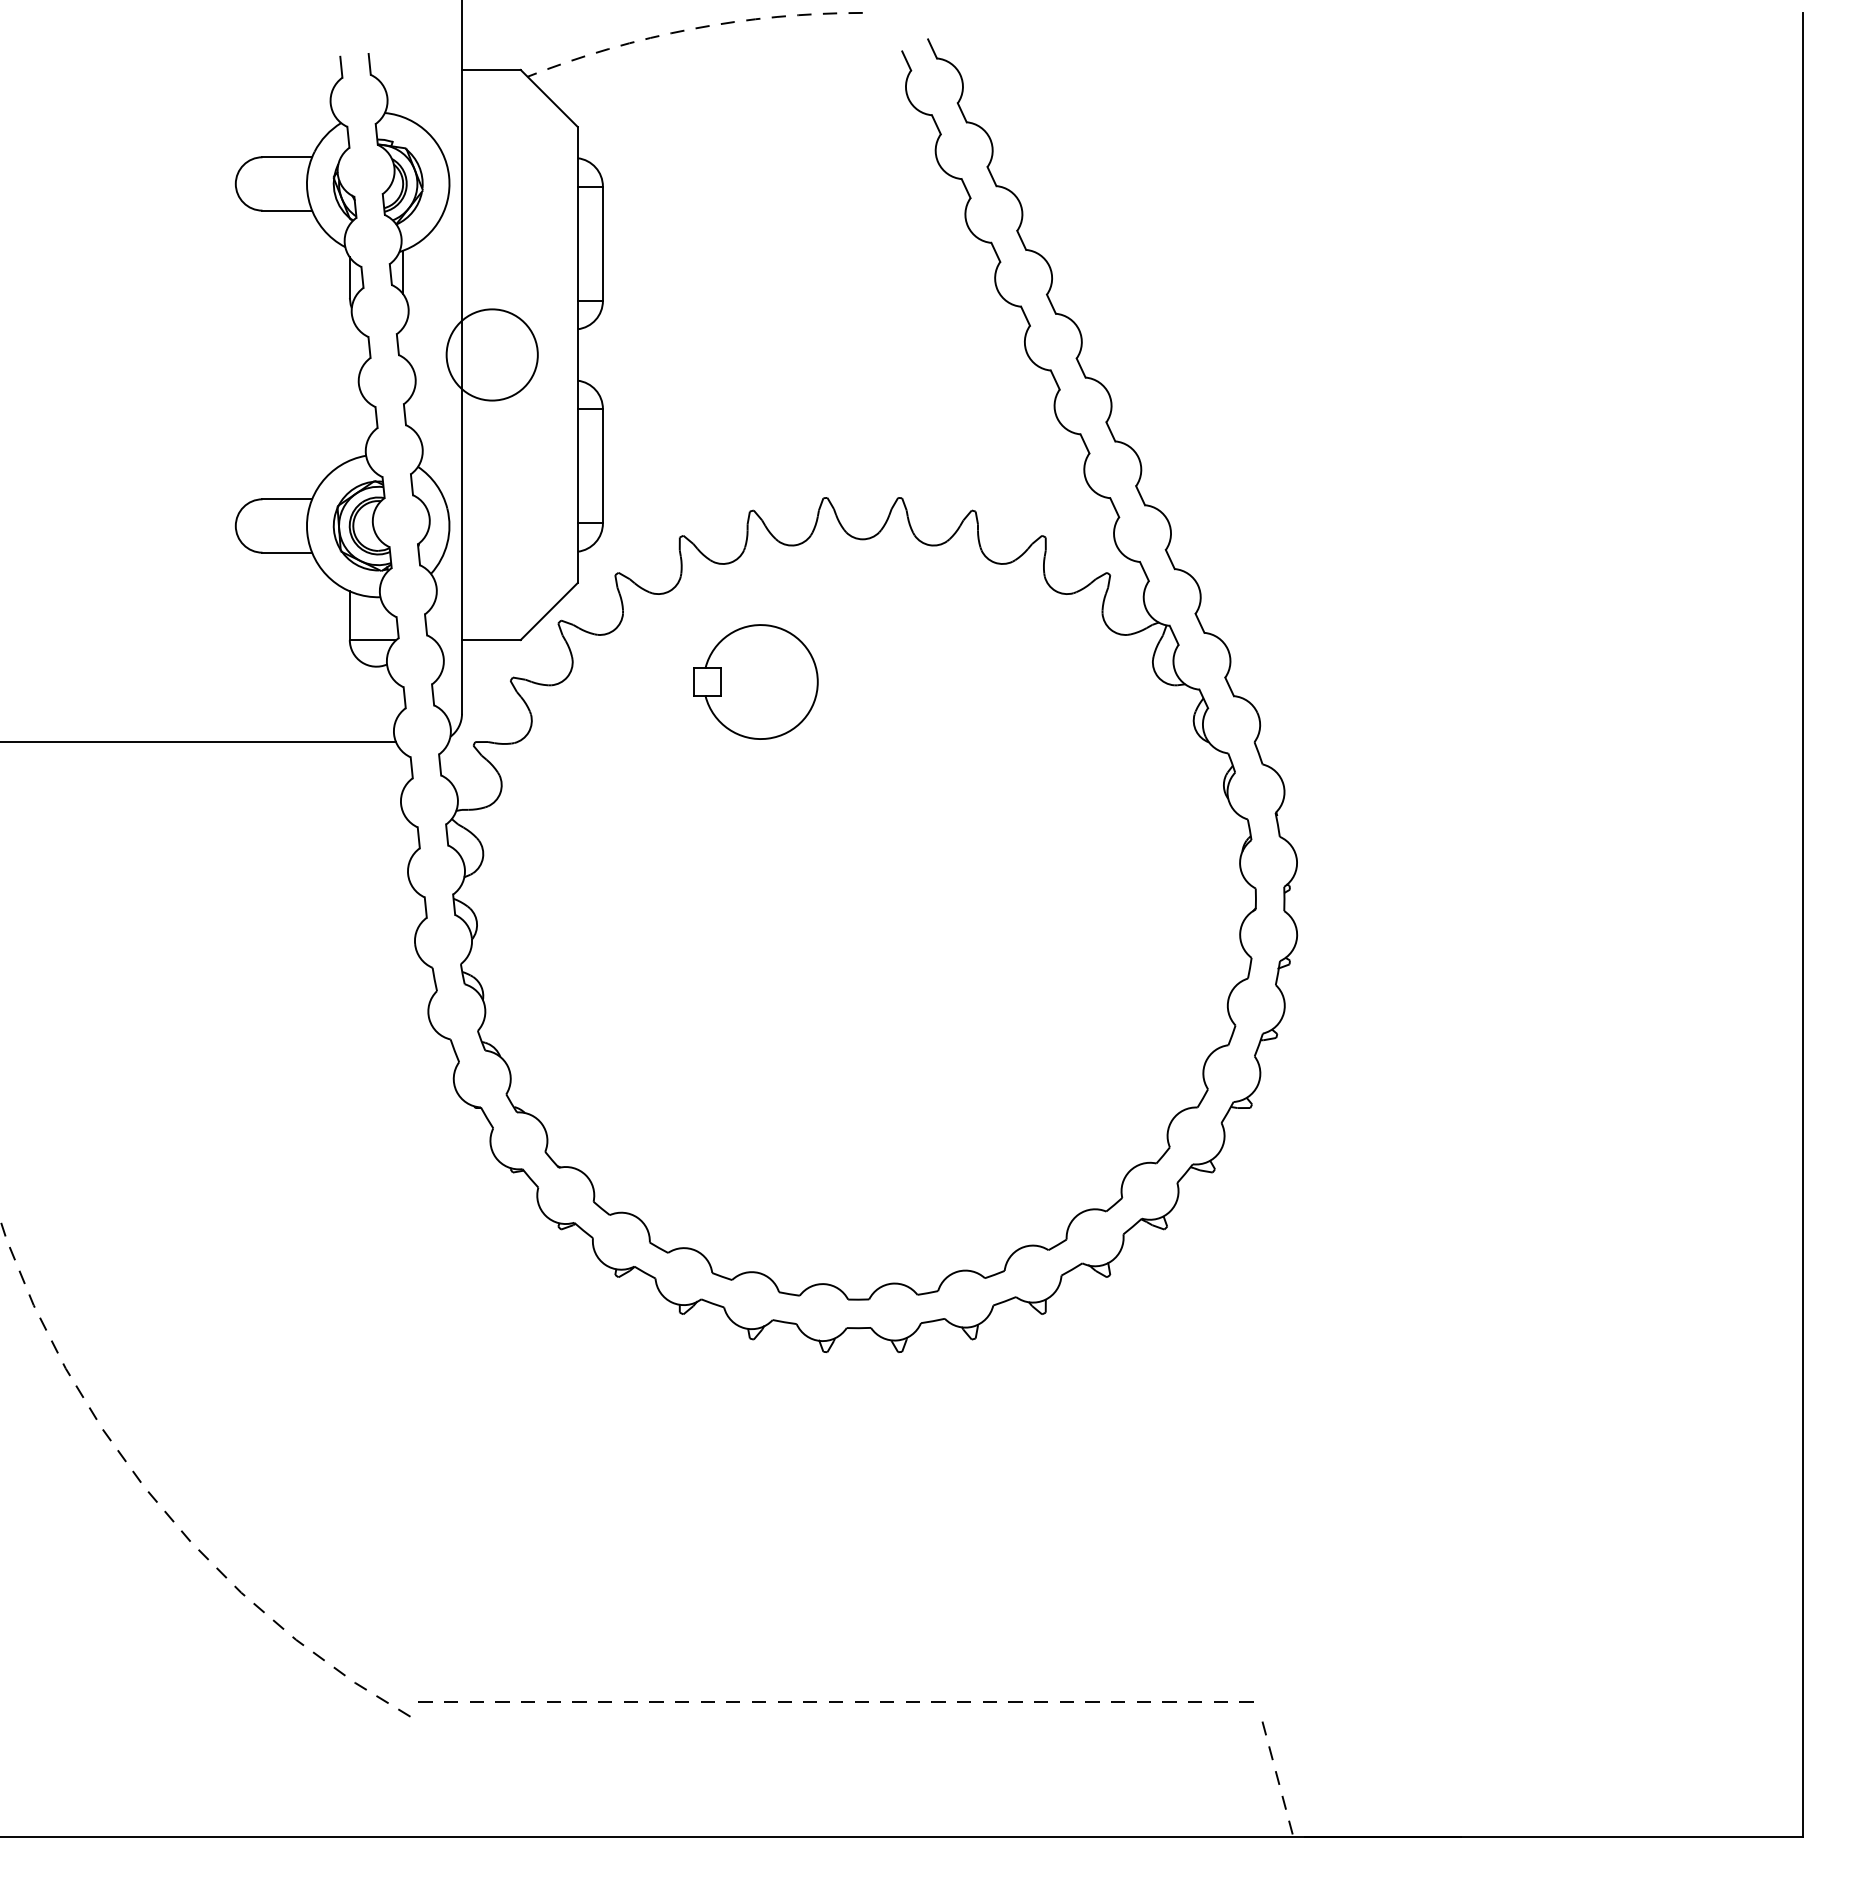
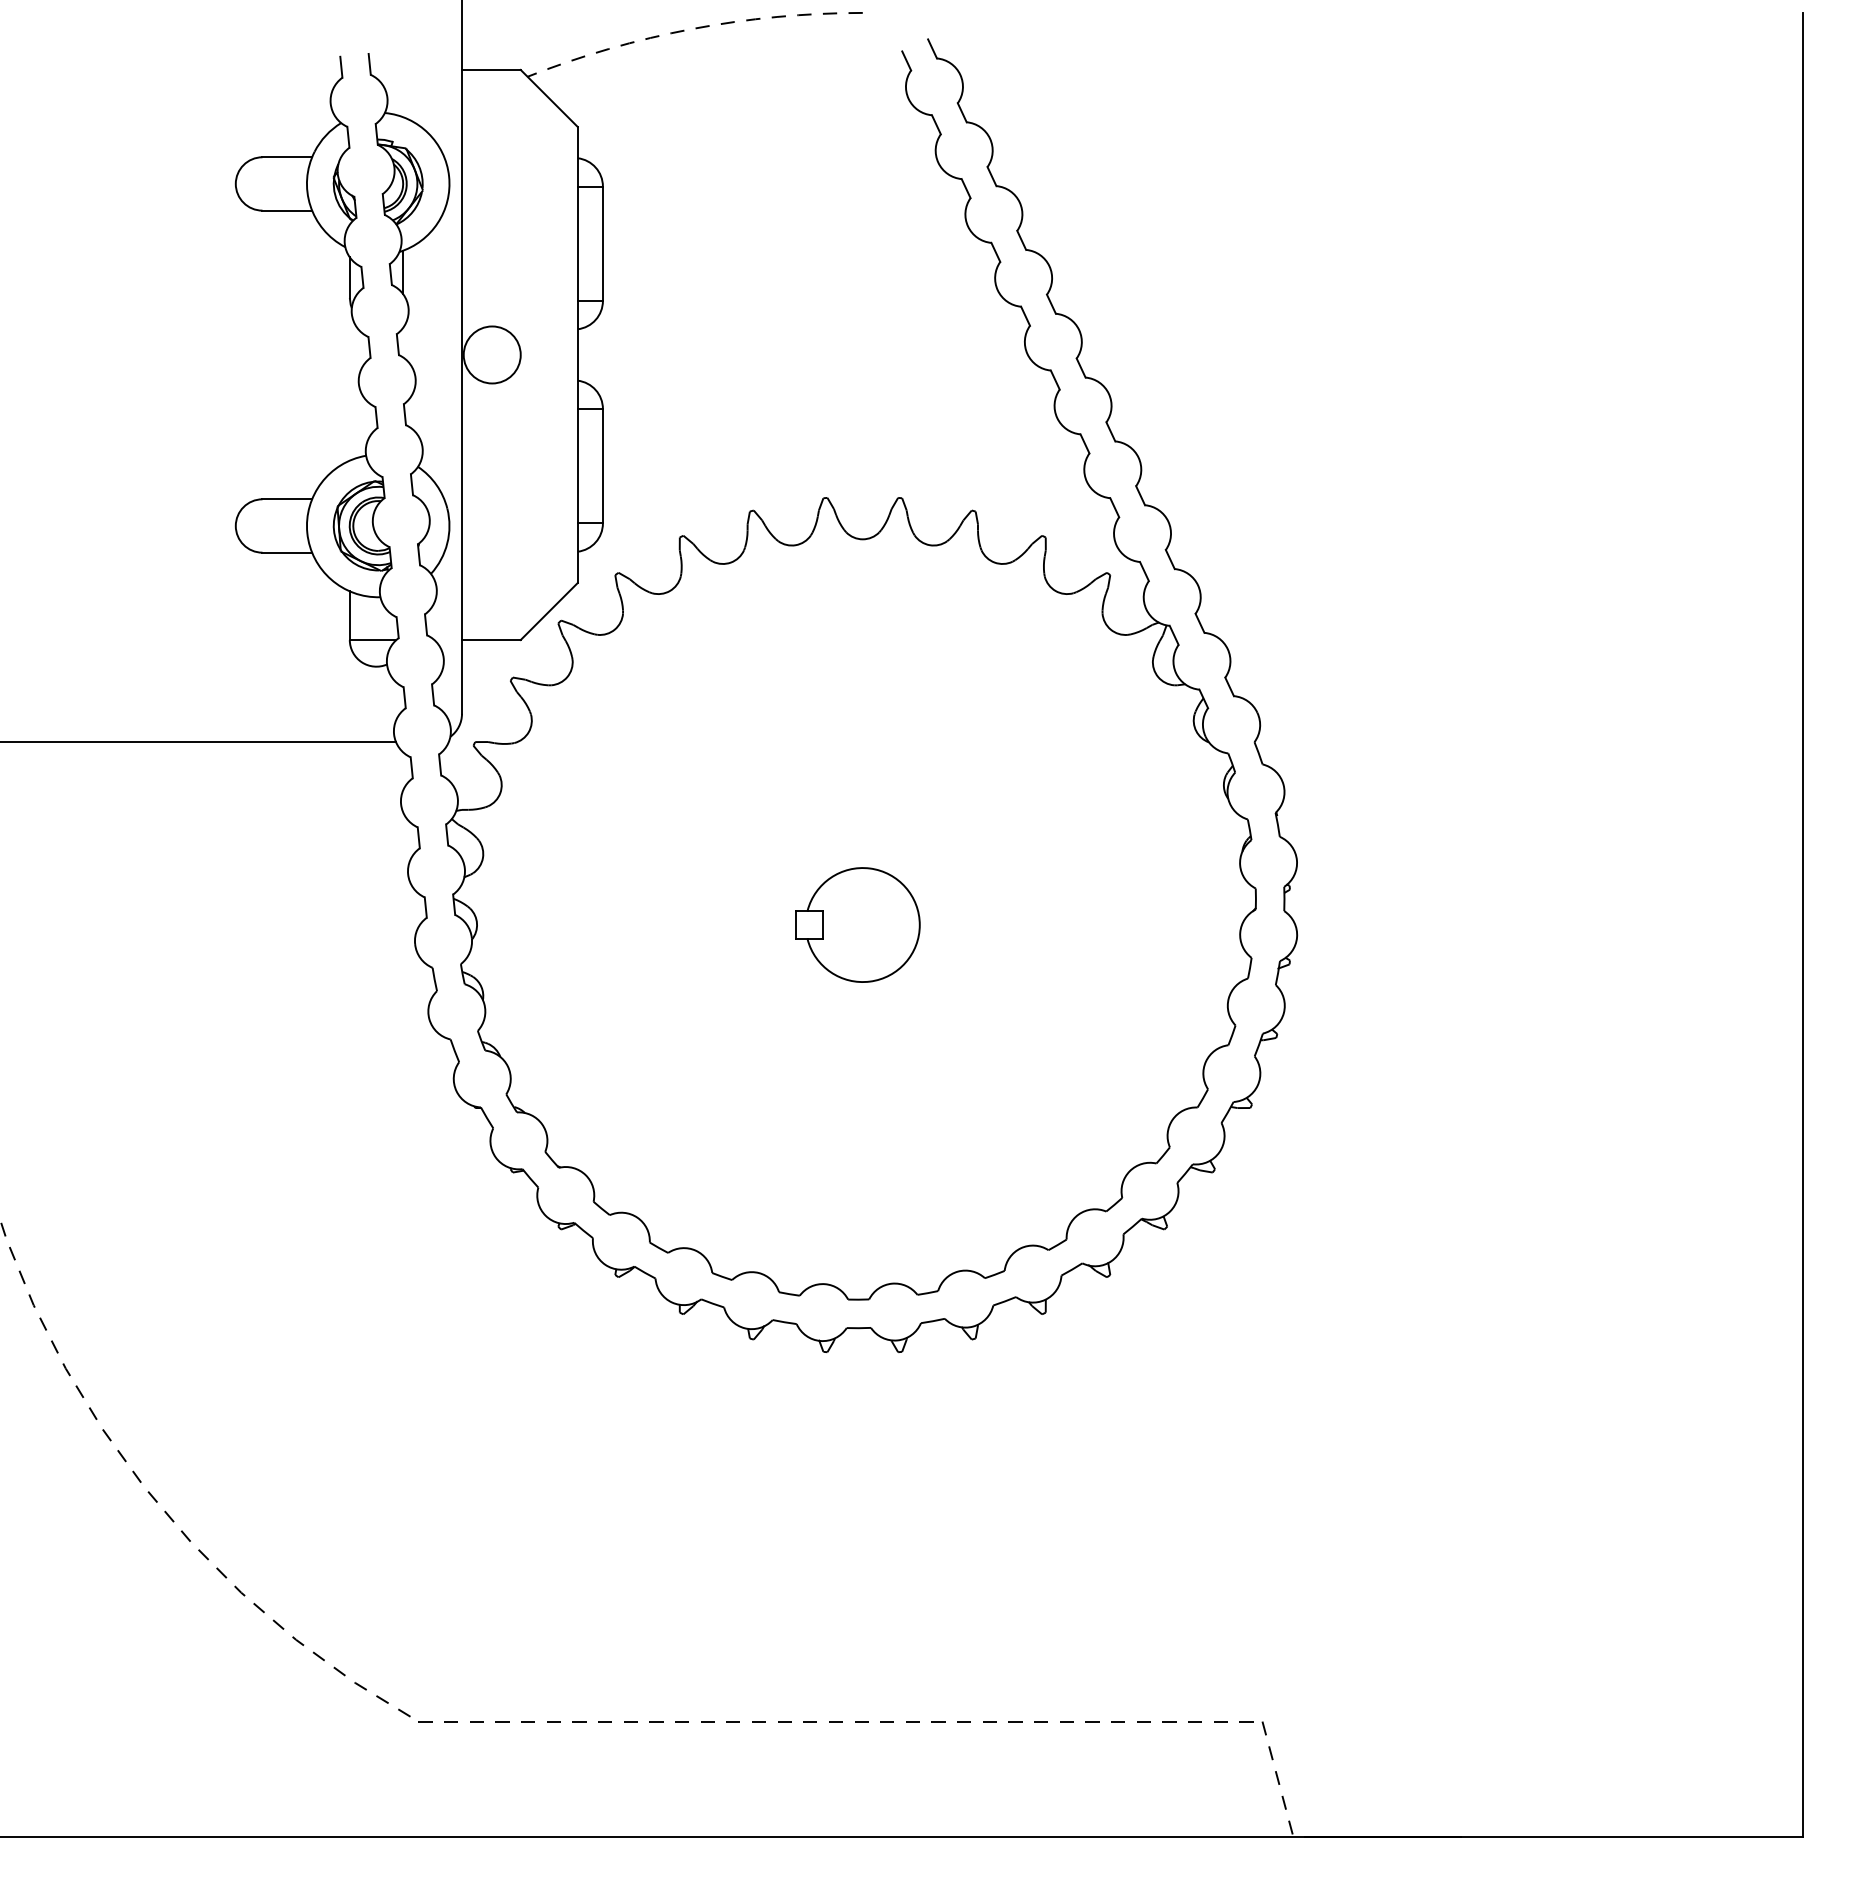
circle at (491, 354) diameter: 91 px -> 57 px
part at (755, 681) position: (755, 681) -> (857, 924)
line at (835, 1701) position: (835, 1701) -> (835, 1721)
